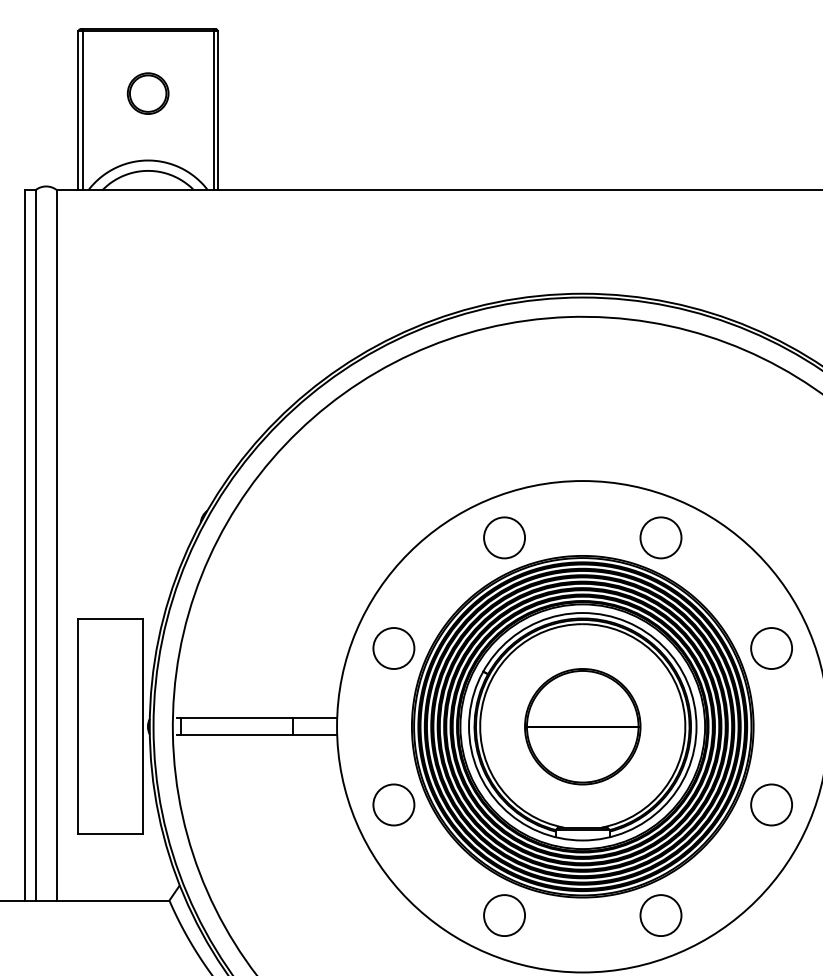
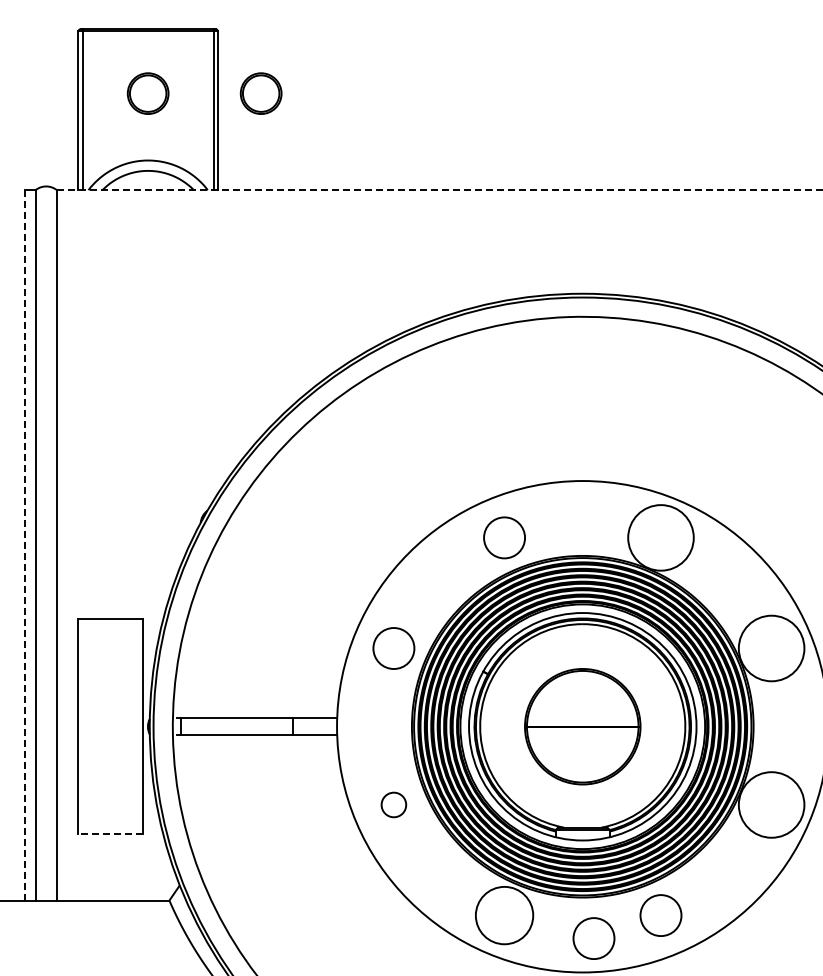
part at (260, 93): none -> present
line at (439, 190): solid -> dashed
circle at (660, 537) diameter: 41 px -> 66 px
line at (24, 544): solid -> dashed
circle at (771, 648) diameter: 41 px -> 66 px
circle at (393, 804) diameter: 41 px -> 25 px
circle at (771, 804) diameter: 41 px -> 66 px
line at (110, 834): solid -> dashed
circle at (504, 915) diameter: 41 px -> 57 px
circle at (593, 938): none -> present
